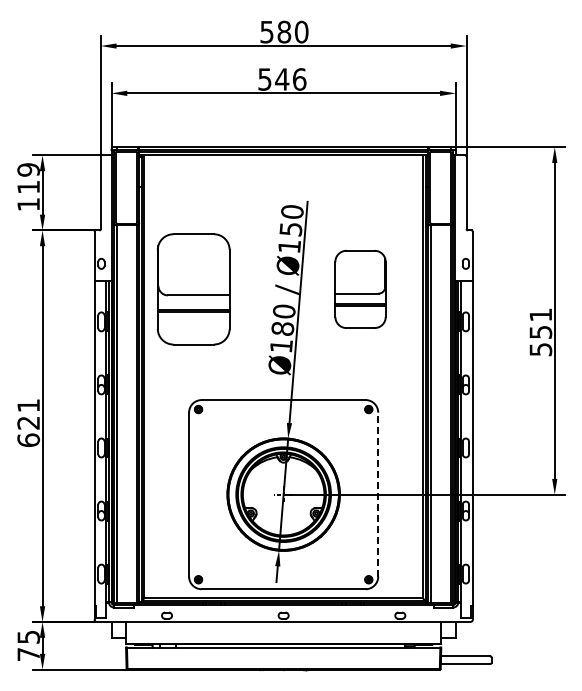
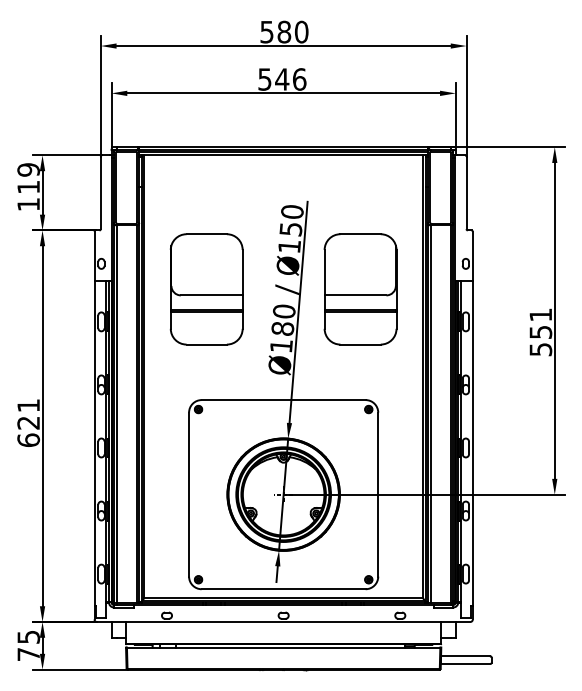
part at (360, 288) size: 53x80 px -> 75x113 px
part at (193, 289) position: (193, 289) -> (206, 289)
line at (378, 494): dashed -> solid
